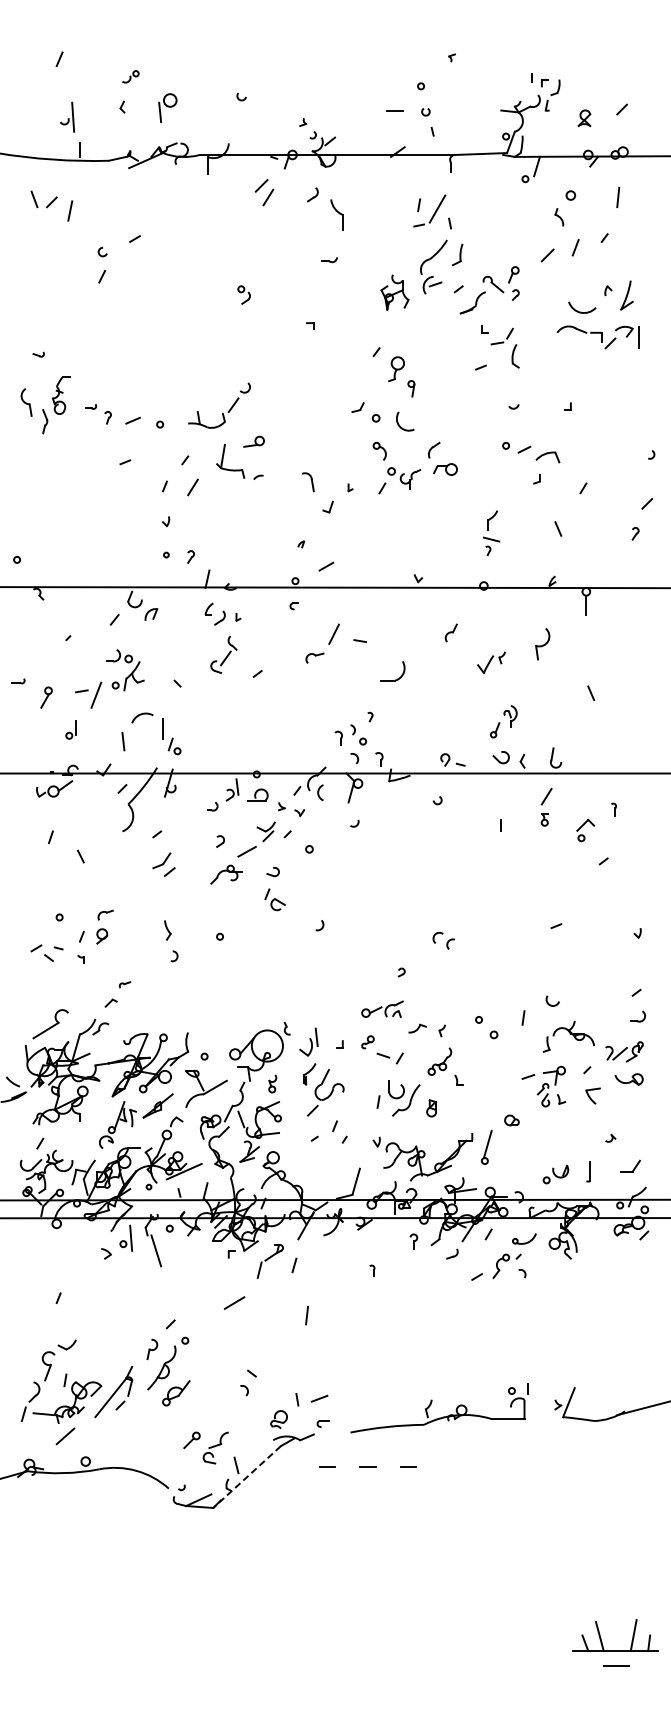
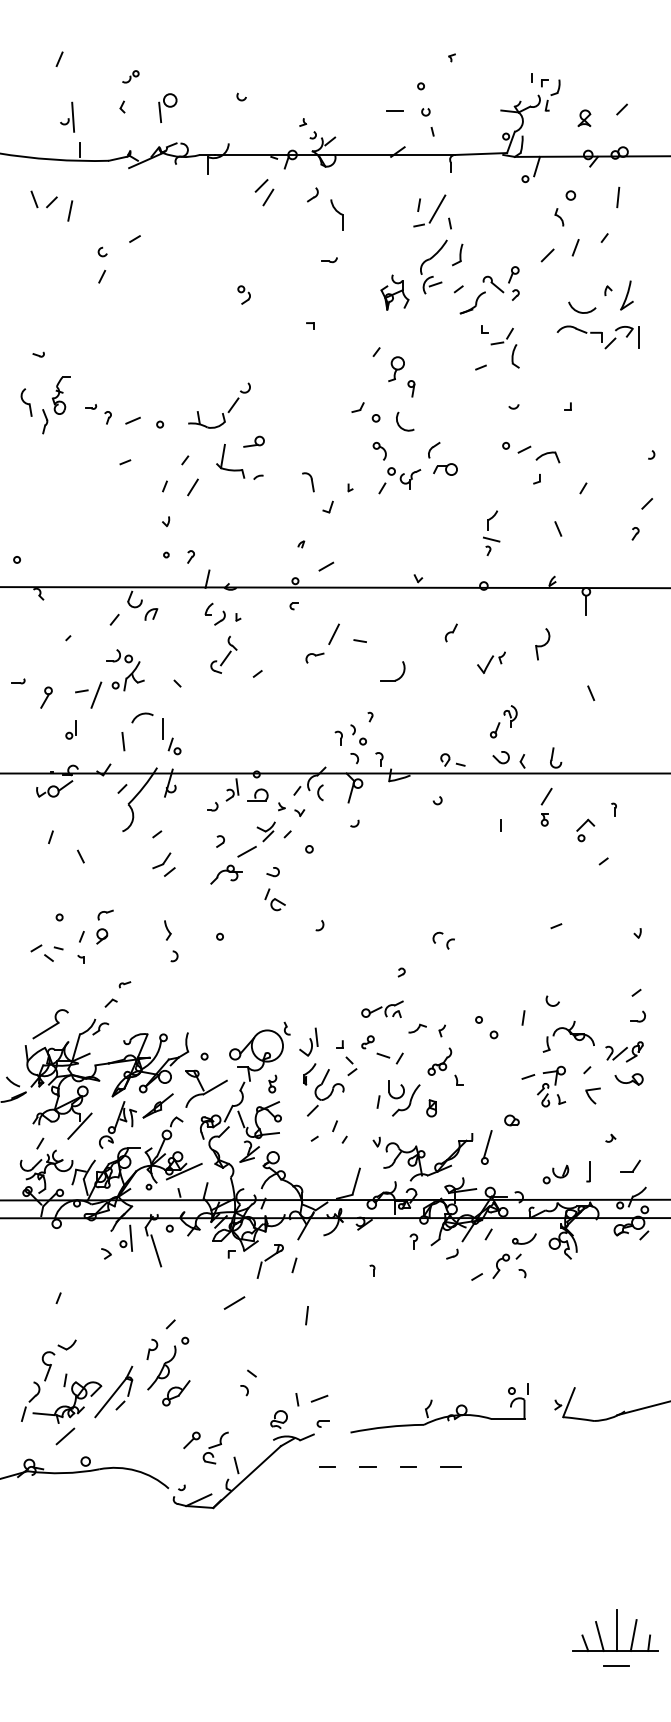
part at (351, 1066): none -> present
line at (79, 1125): none -> present
line at (450, 1466): none -> present
line at (247, 1477): dashed -> solid
line at (617, 1630): none -> present
